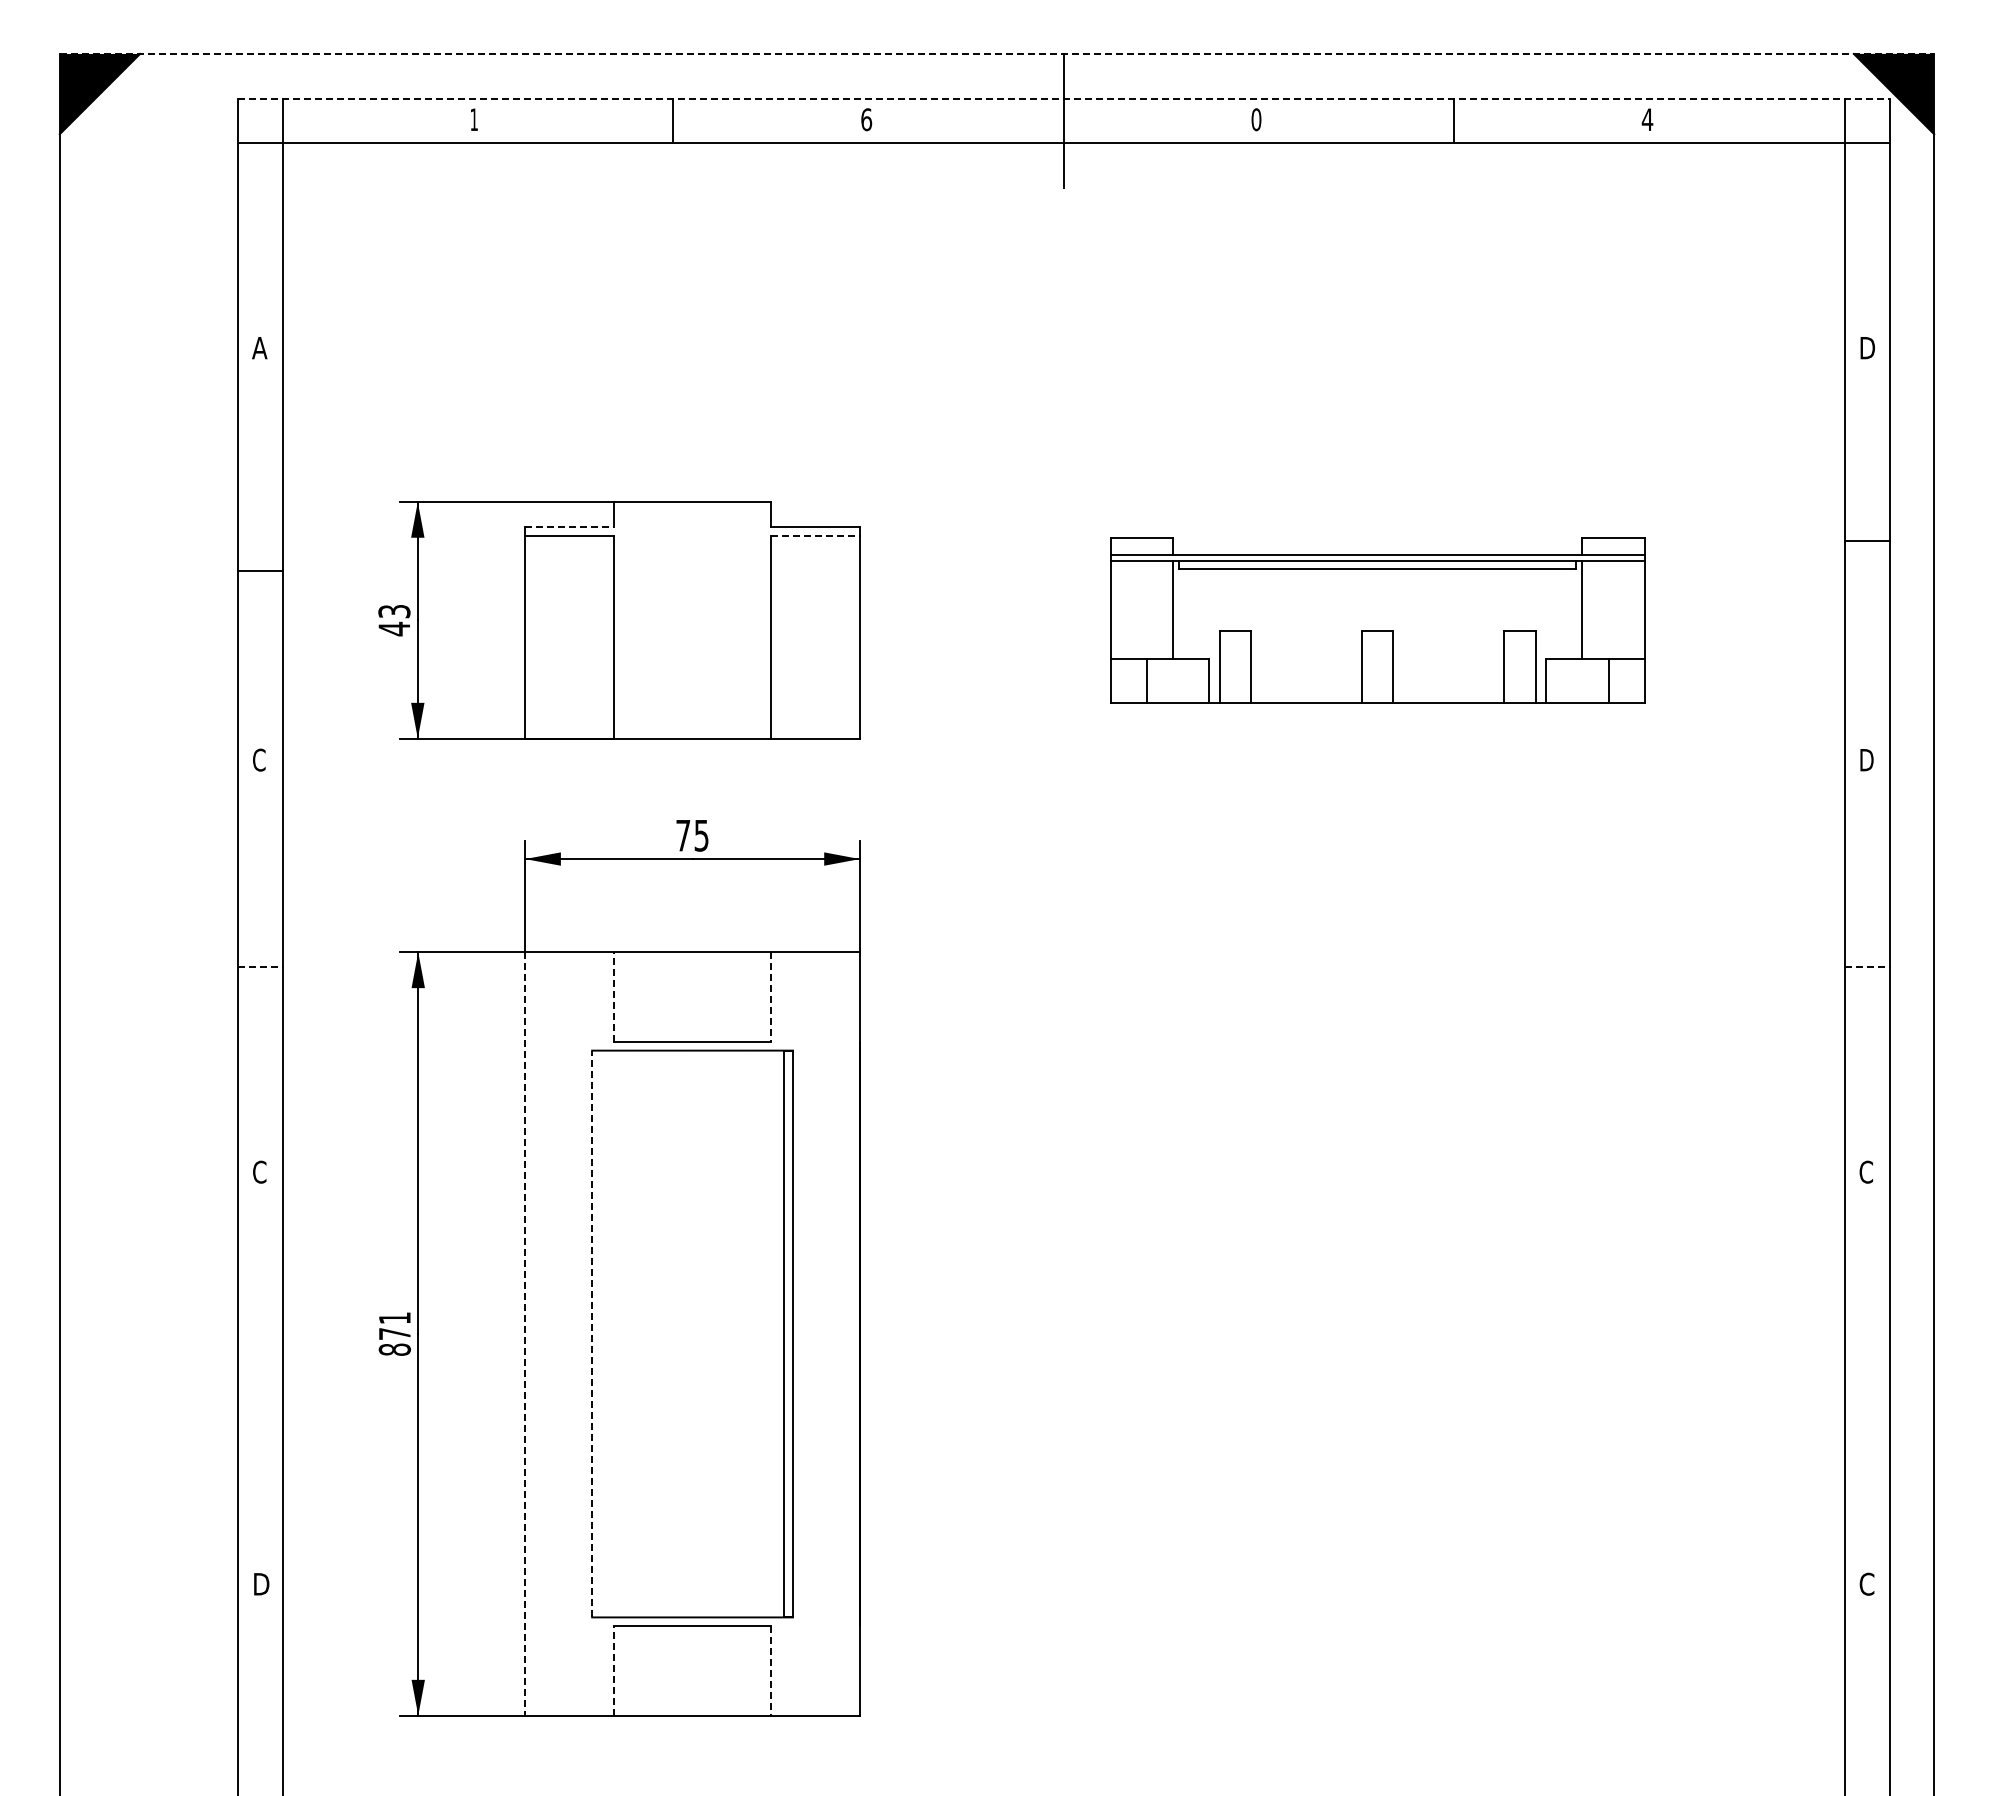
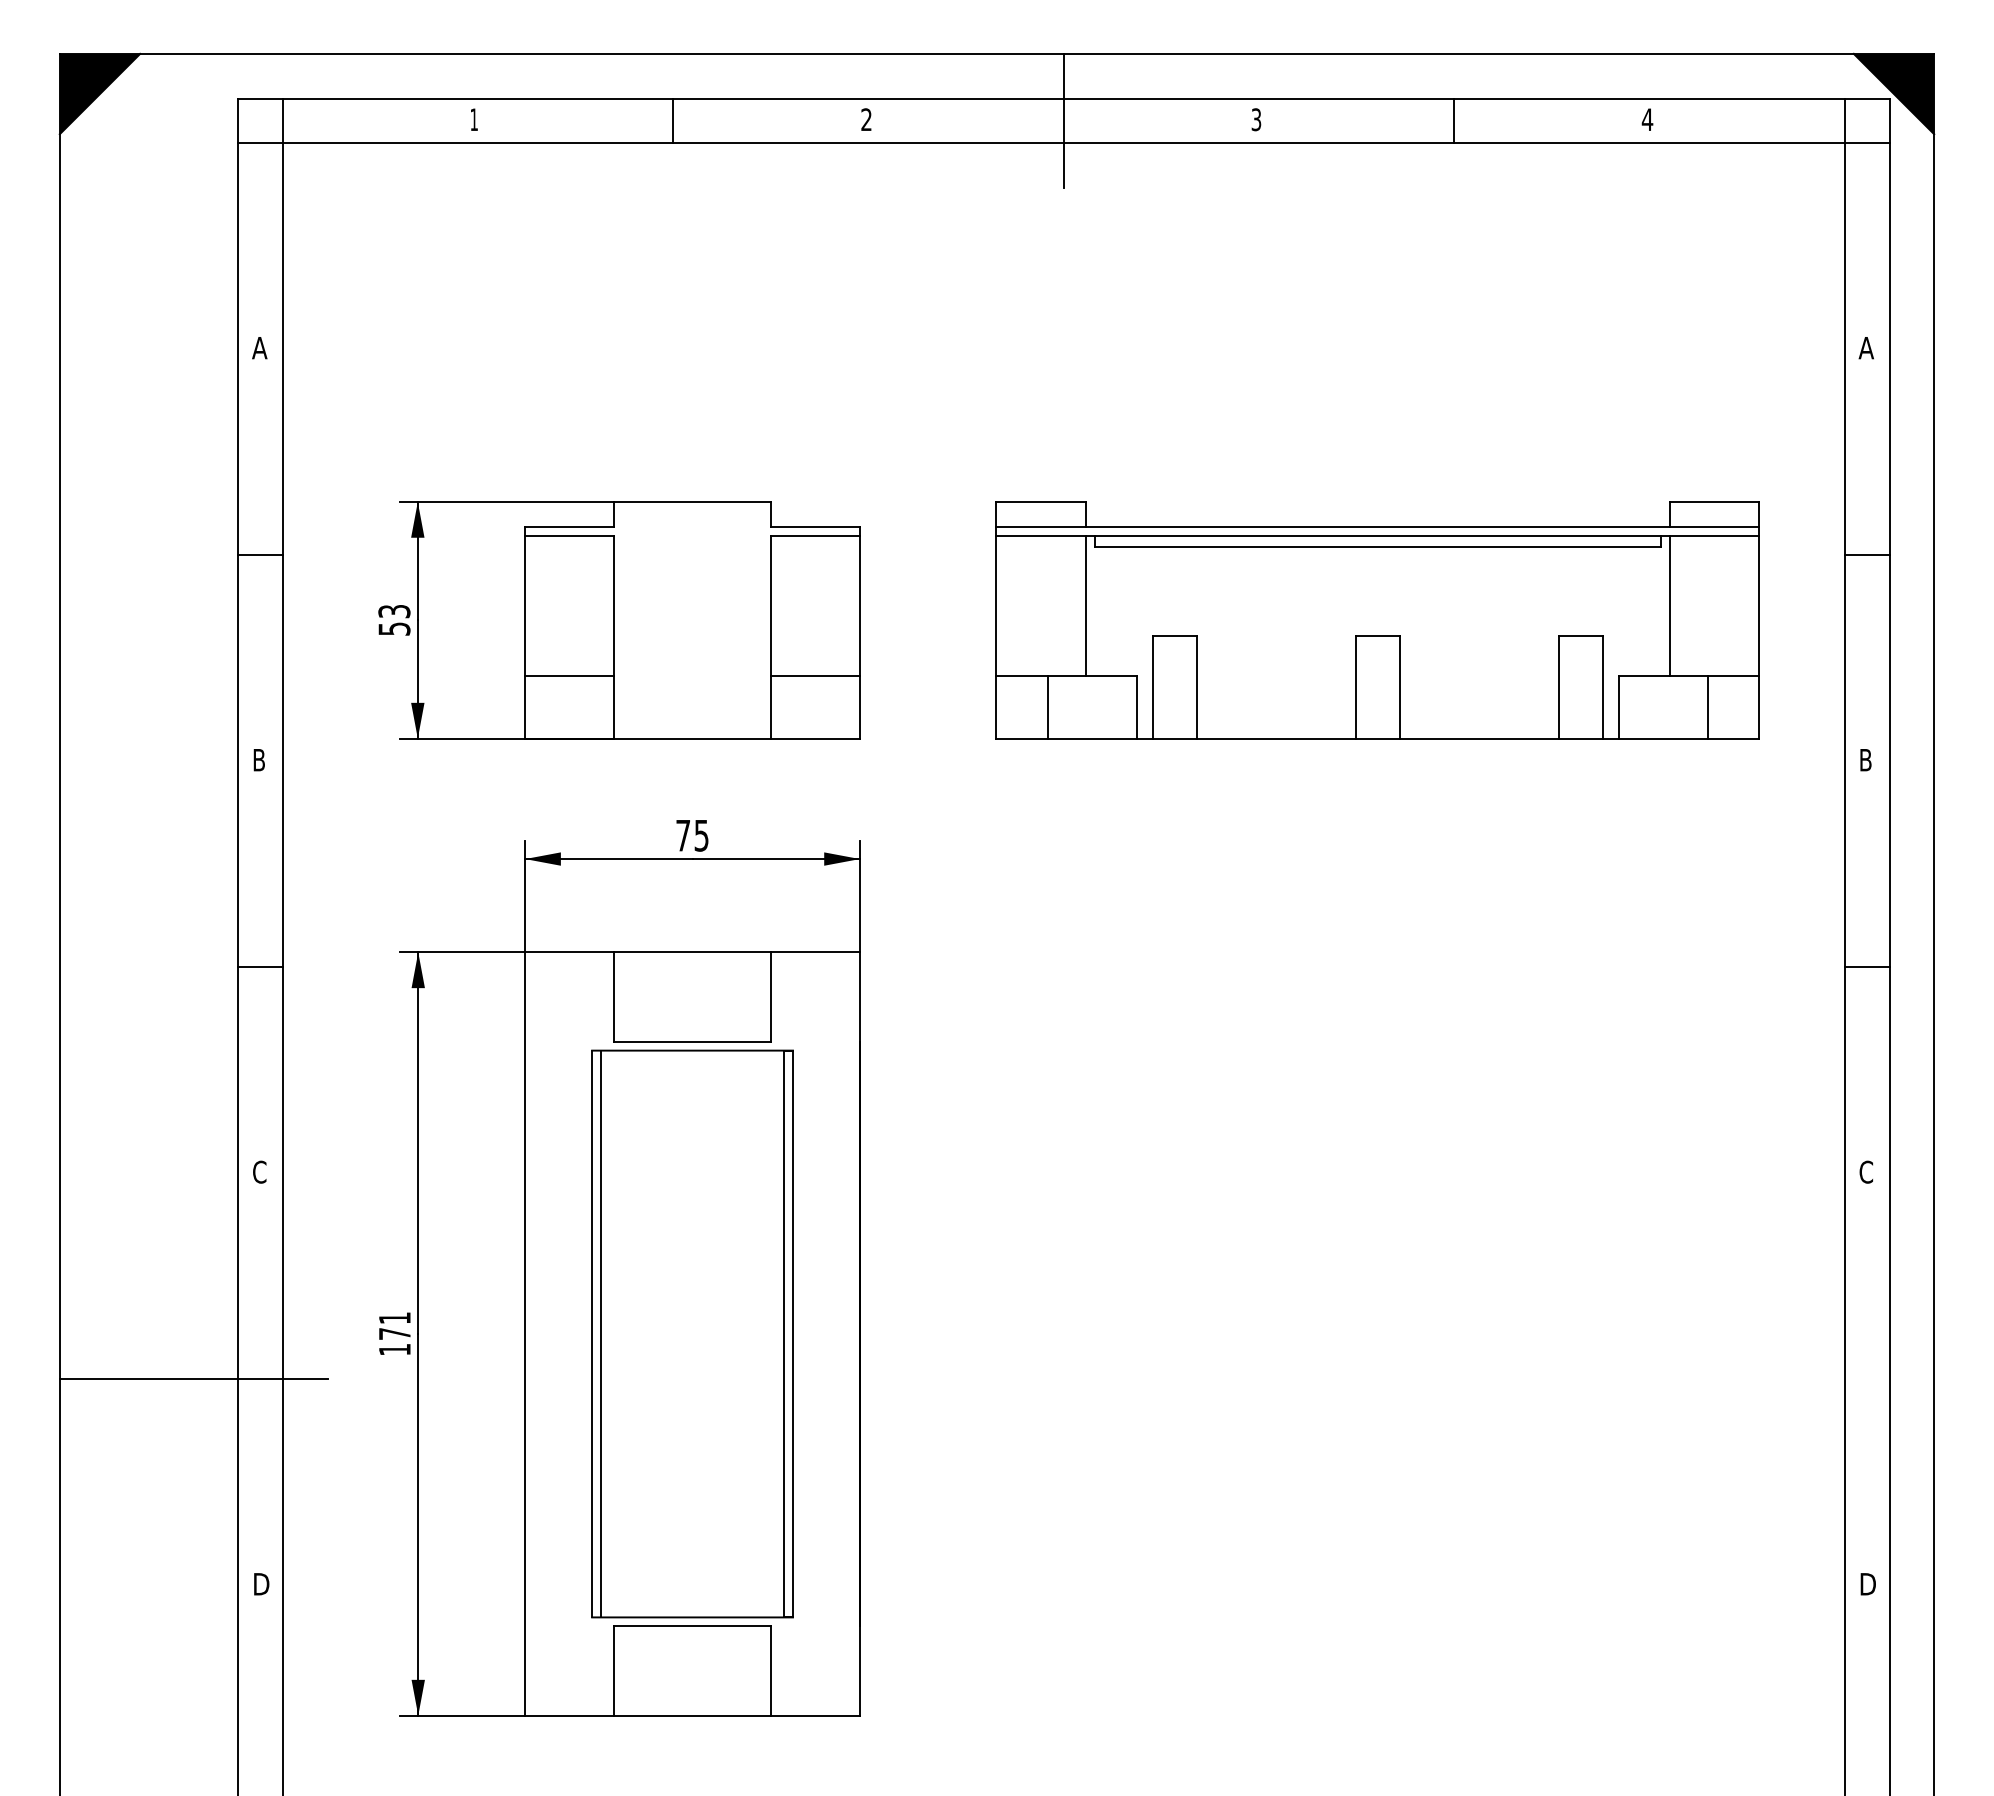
line at (997, 53): dashed -> solid
line at (1063, 98): dashed -> solid
text at (866, 119): 6 -> 2
text at (1256, 119): 0 -> 3
text at (1866, 348): D -> A
line at (569, 526): dashed -> solid
line at (815, 535): dashed -> solid
line at (1866, 541) position: (1866, 541) -> (1866, 555)
line at (260, 571) position: (260, 571) -> (260, 555)
part at (1377, 620) size: 536x167 px -> 765x239 px
text at (394, 628): 43 -> 53
line at (569, 676): none -> present
line at (814, 676): none -> present
text at (259, 759): C -> B
text at (1867, 760): D -> B
line at (261, 967): dashed -> solid
line at (1867, 967): dashed -> solid
line at (614, 997): dashed -> solid
line at (770, 997): dashed -> solid
line at (592, 1333): dashed -> solid
line at (601, 1333): none -> present
line at (525, 1334): dashed -> solid
text at (394, 1349): 871 -> 171
line at (193, 1379): none -> present
text at (1867, 1583): C -> D
line at (614, 1670): dashed -> solid
line at (770, 1670): dashed -> solid
